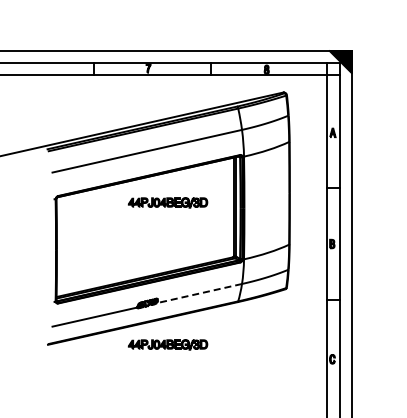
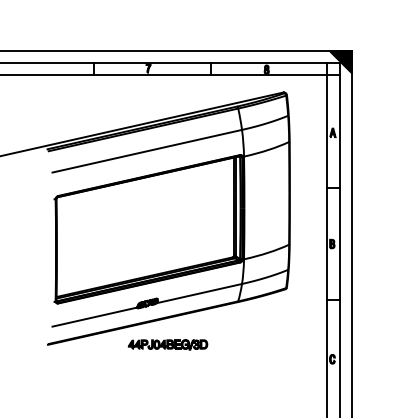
part at (167, 202): present -> none
line at (199, 293): dashed -> solid
